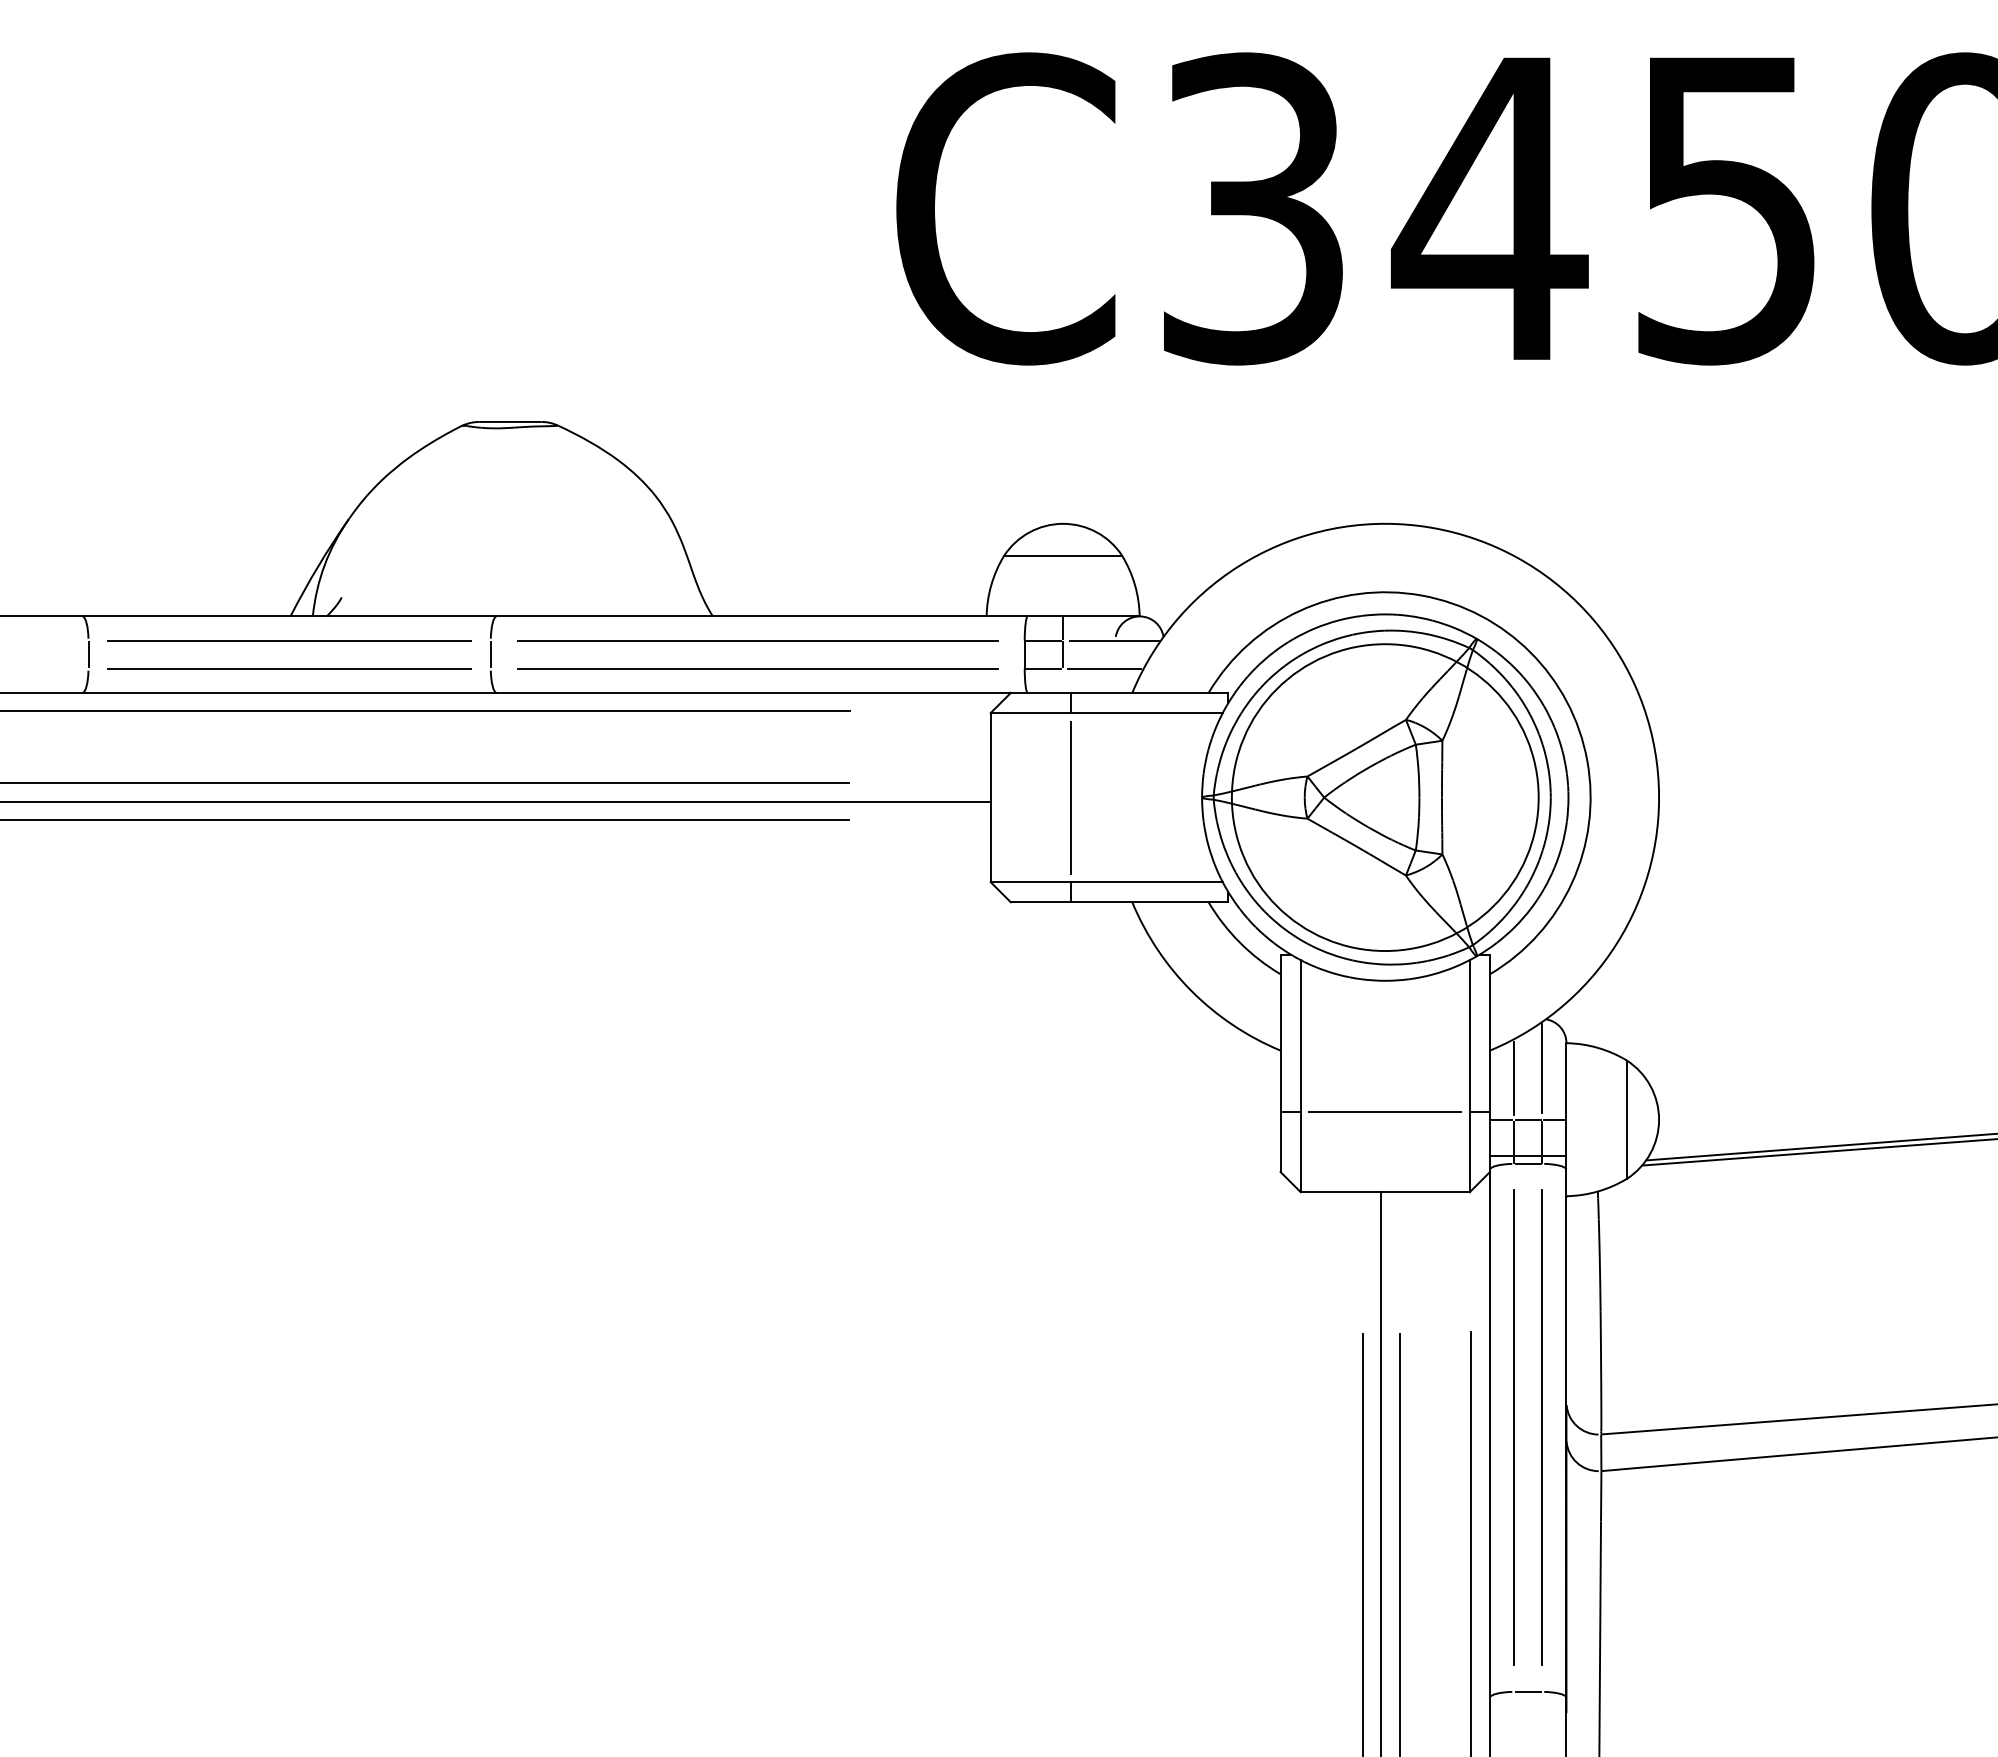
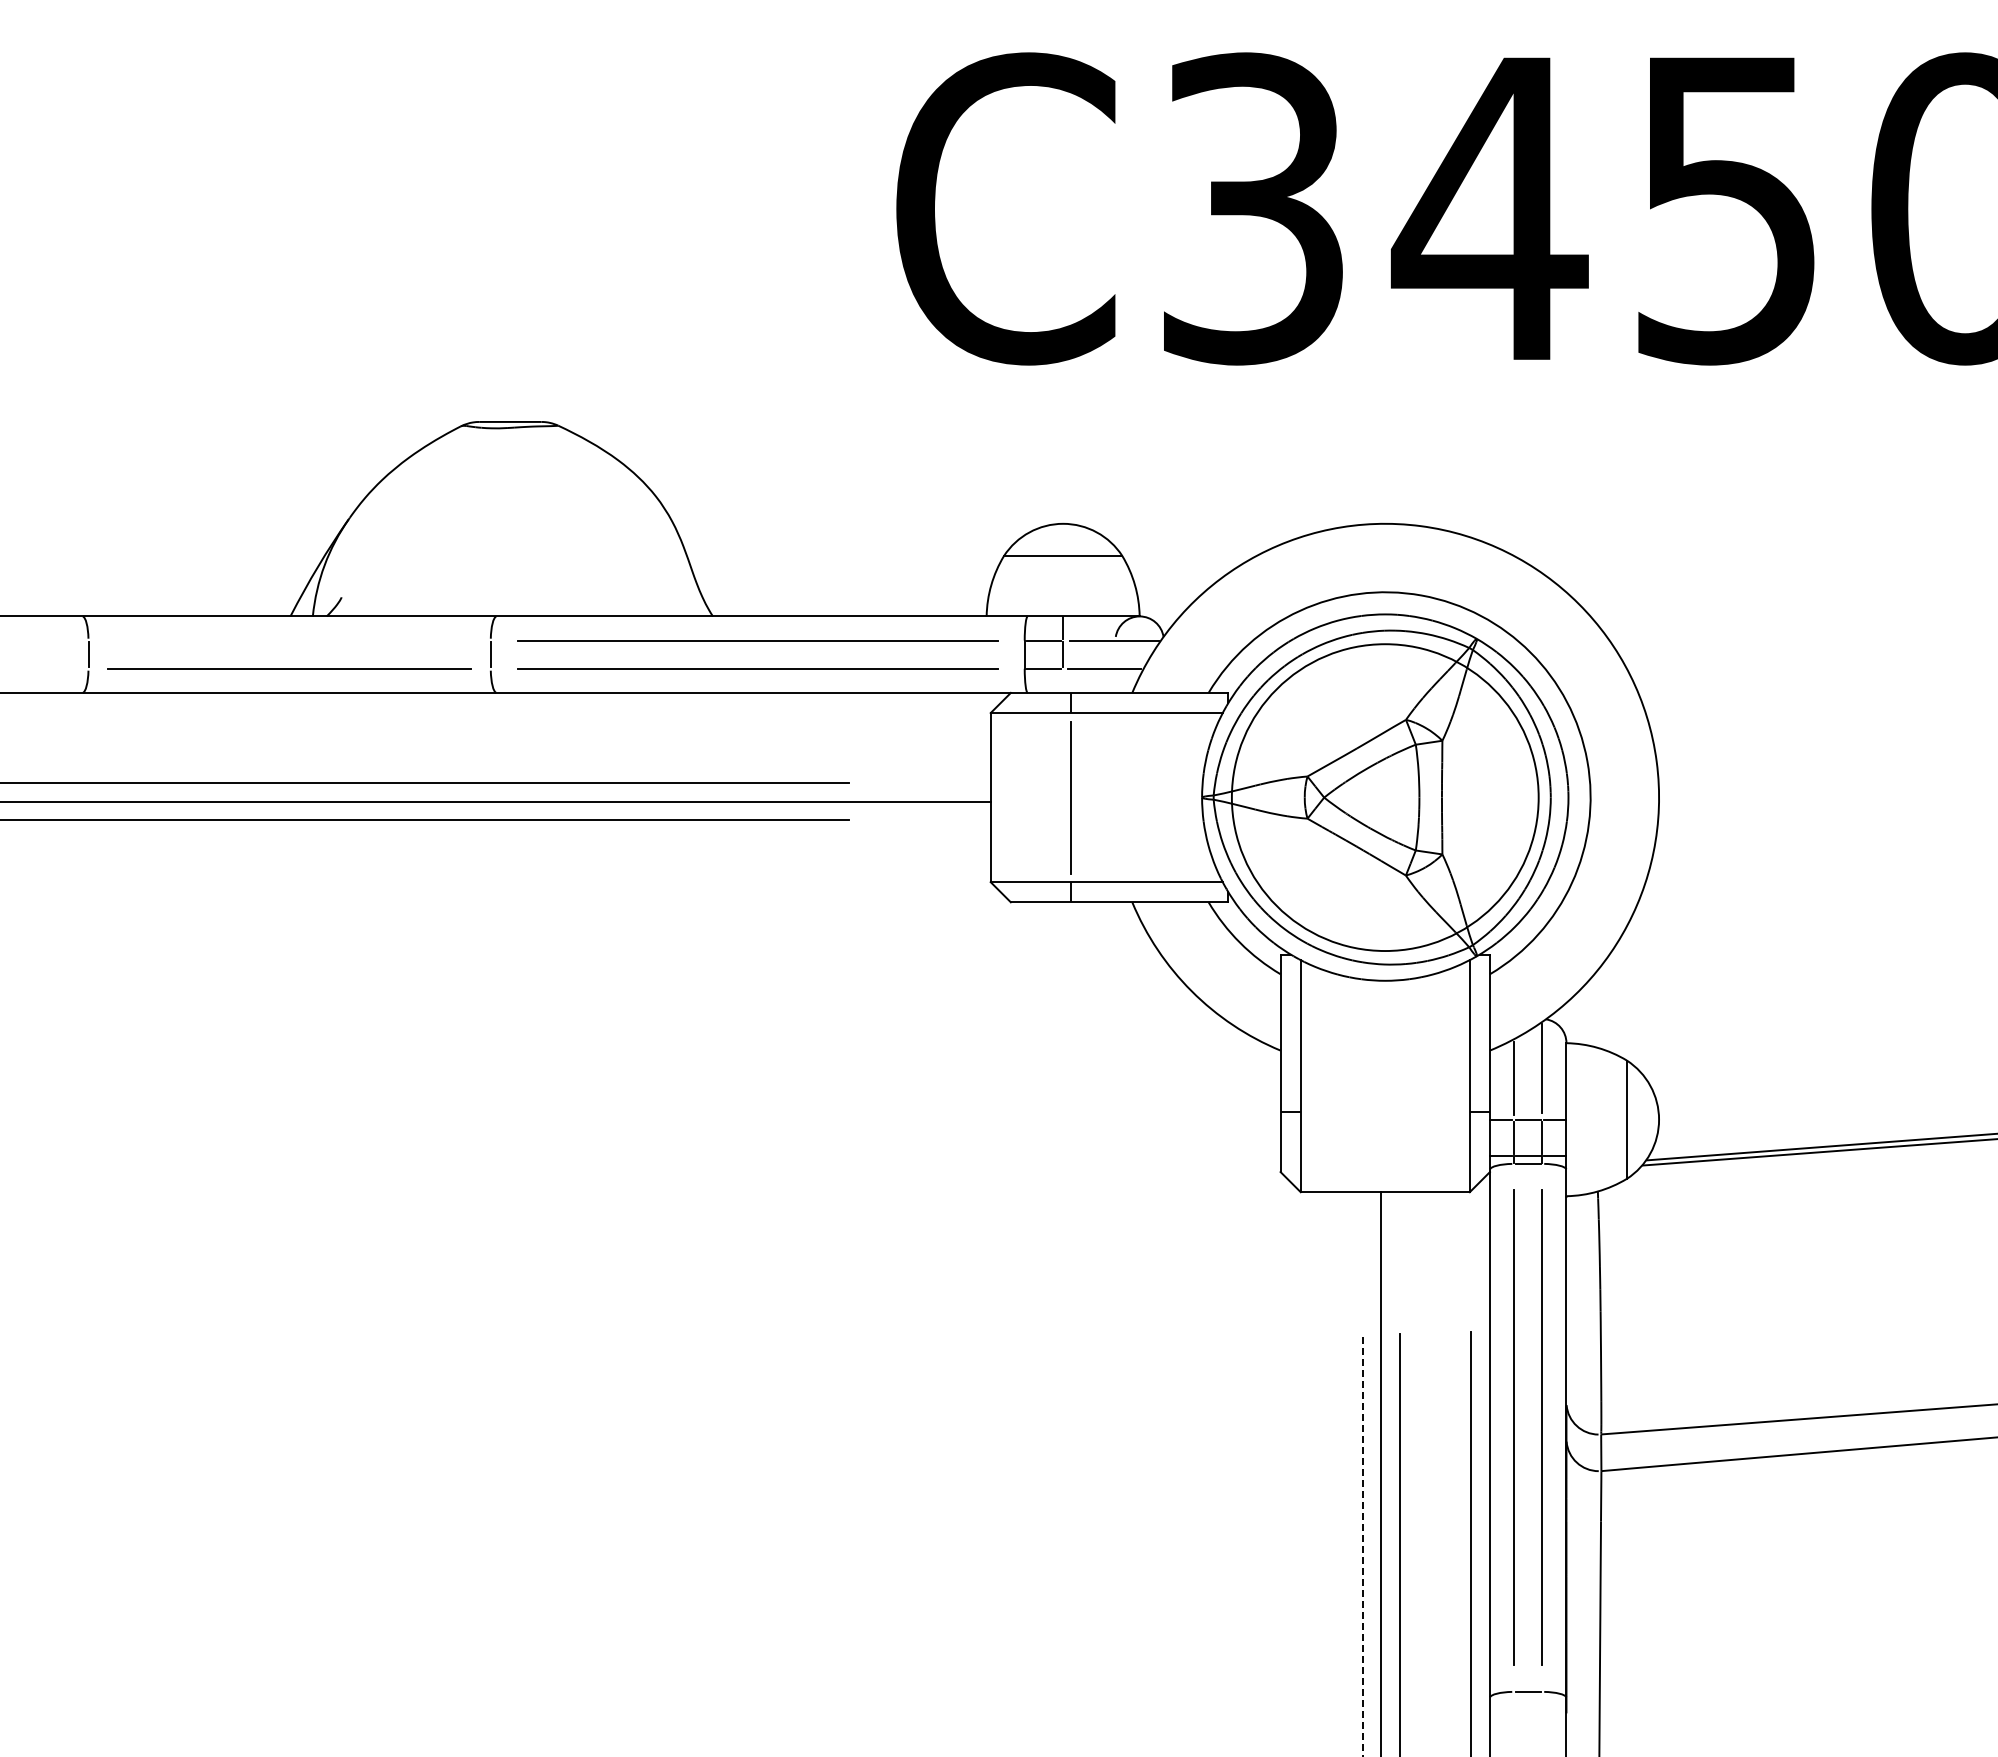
line at (289, 640): present -> none
line at (426, 711): present -> none
line at (1385, 1111): present -> none
line at (1362, 1544): solid -> dashed
